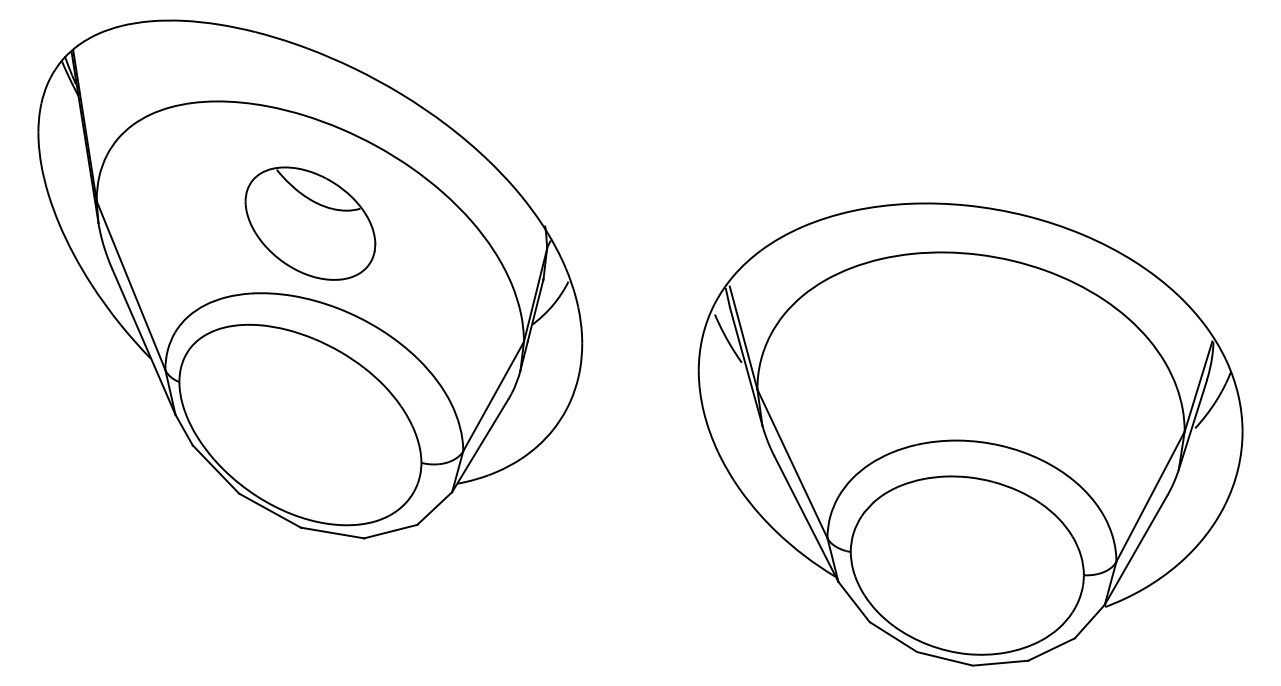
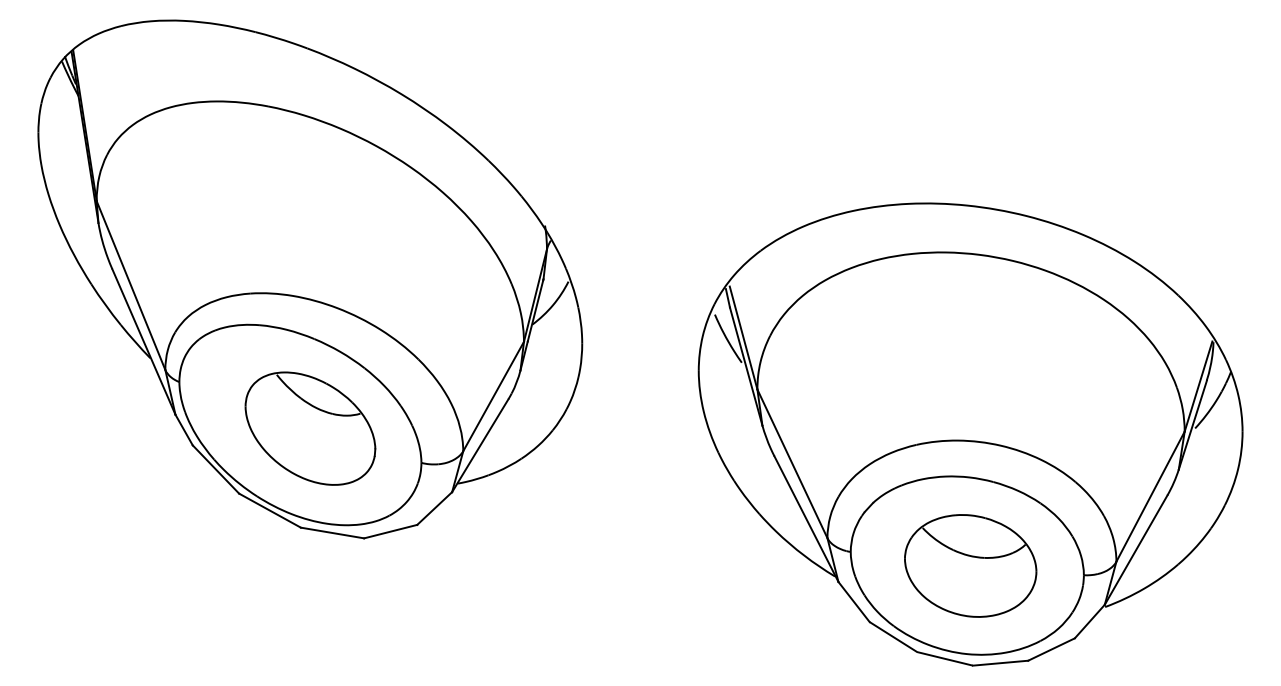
part at (310, 223) position: (310, 223) -> (310, 428)
part at (970, 565): none -> present
